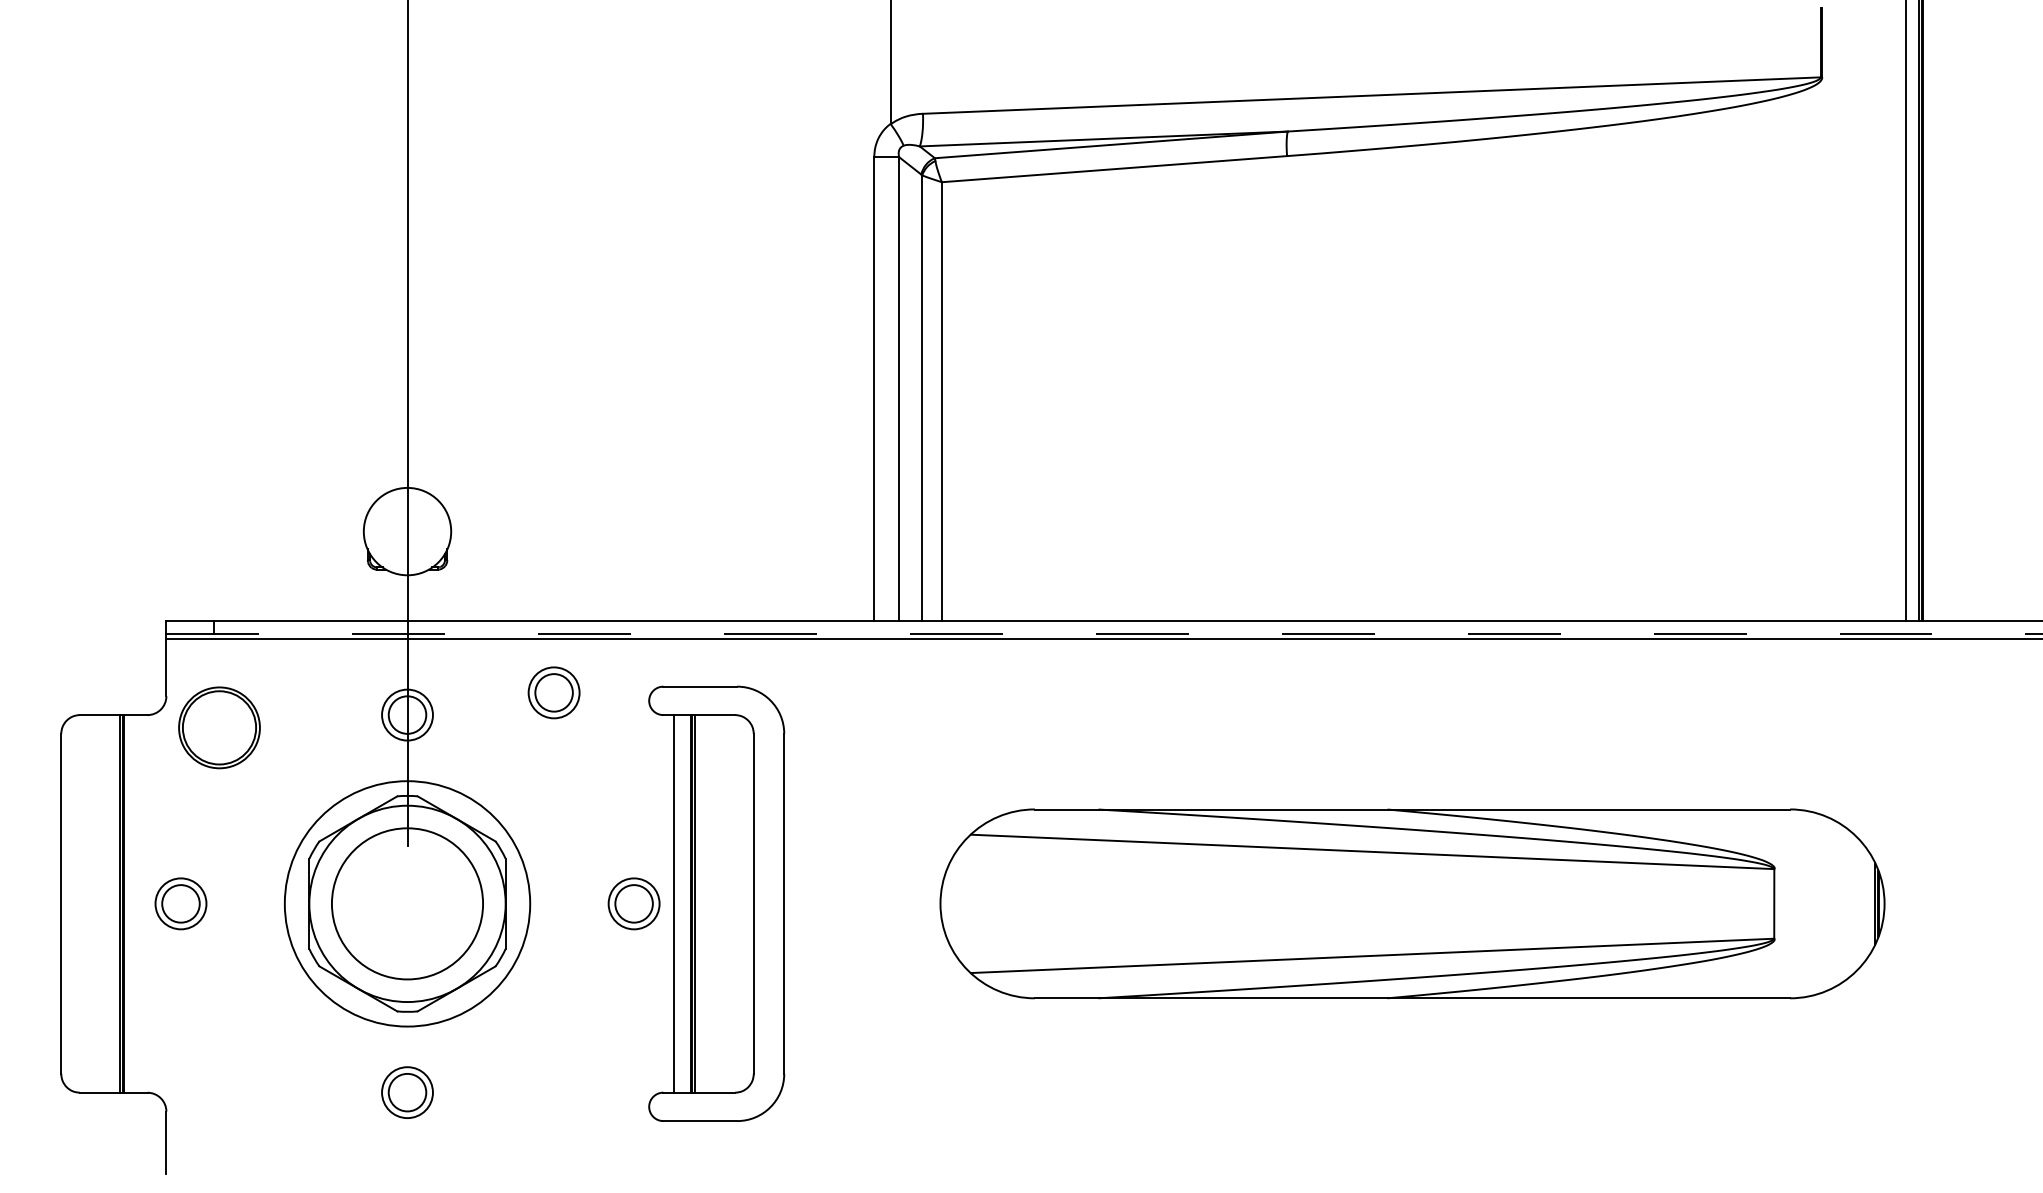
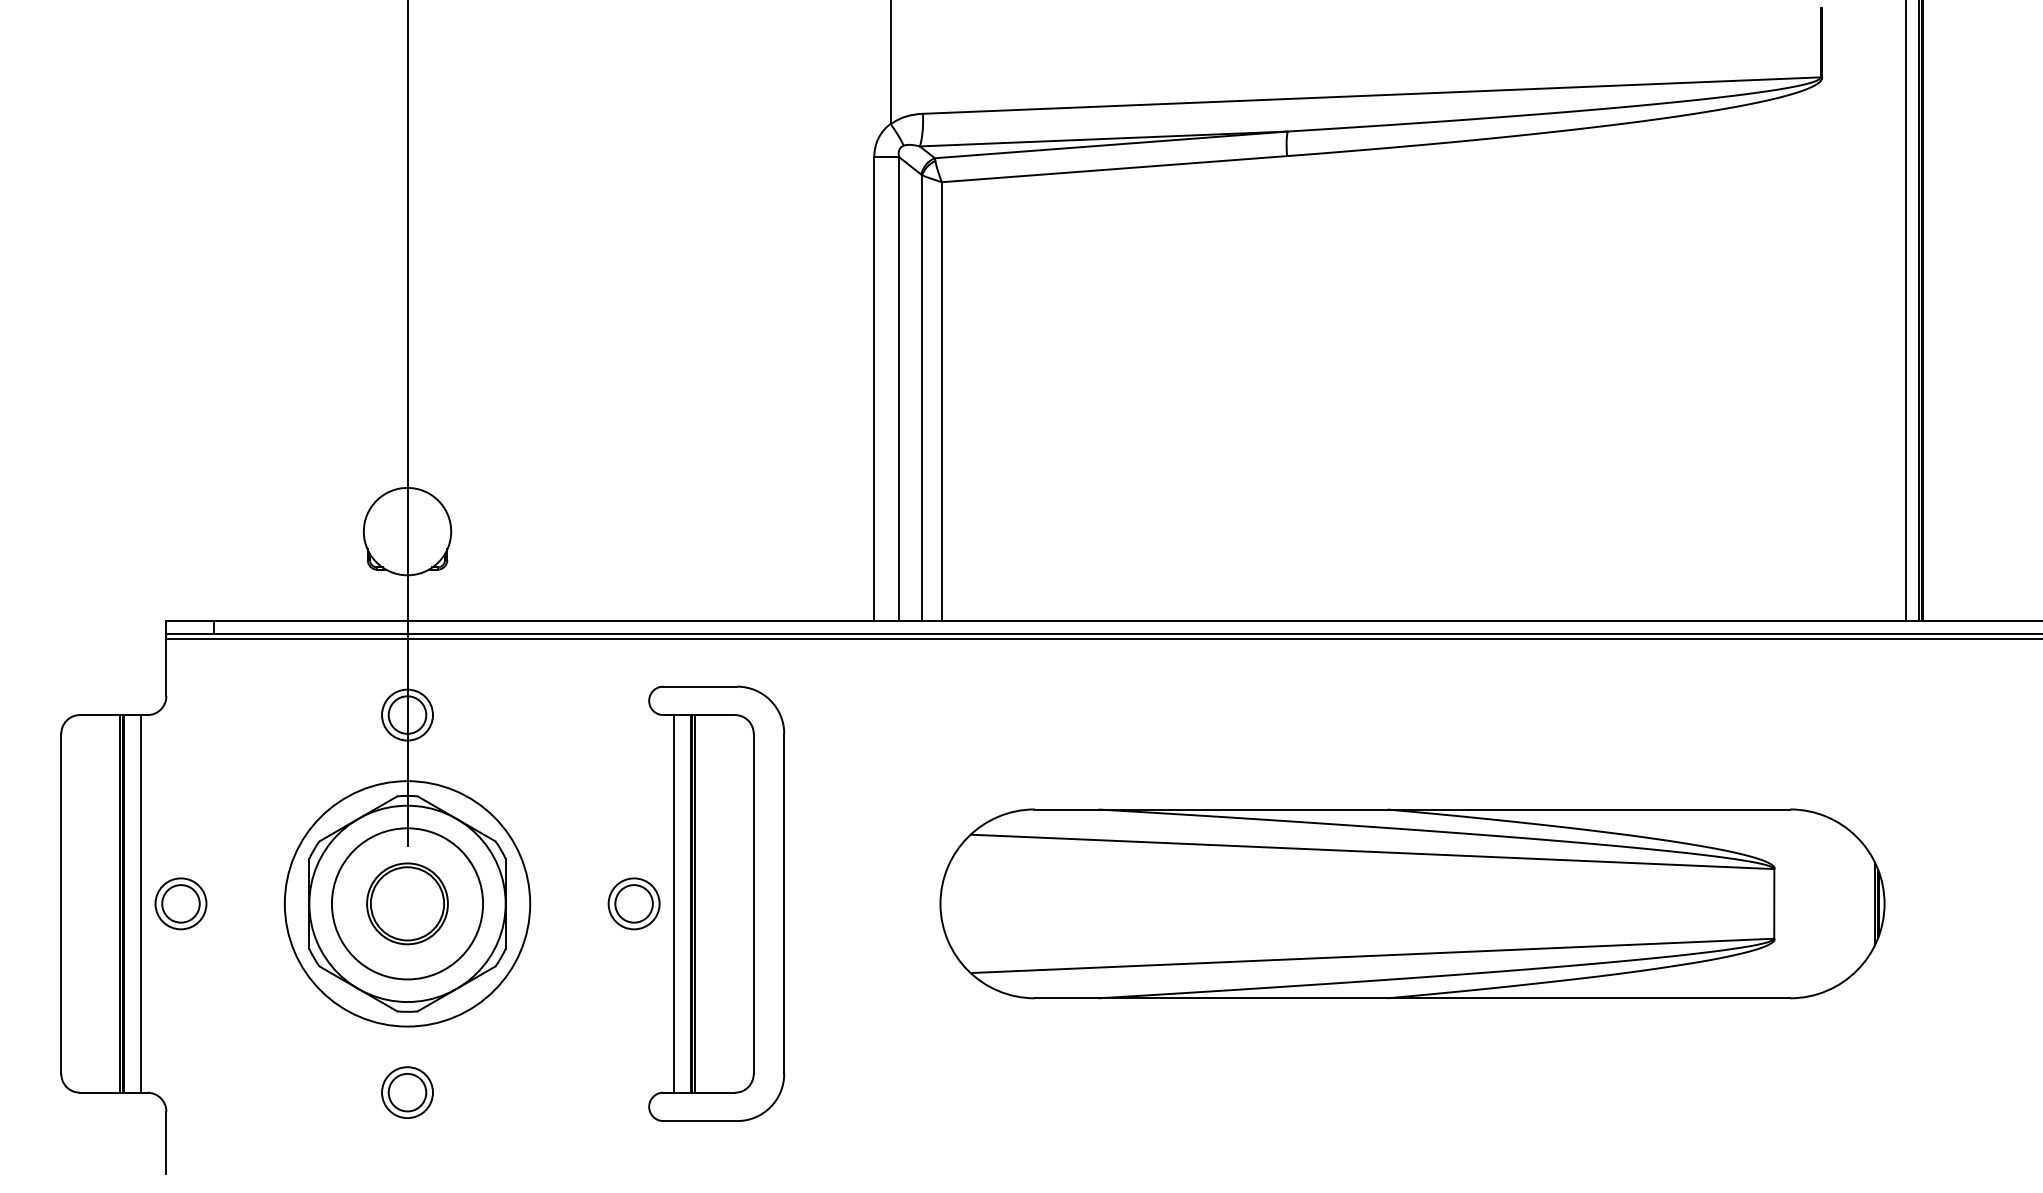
line at (1104, 634): dashed -> solid
part at (553, 692): present -> none
part at (219, 727) position: (219, 727) -> (407, 903)
line at (141, 903): none -> present
